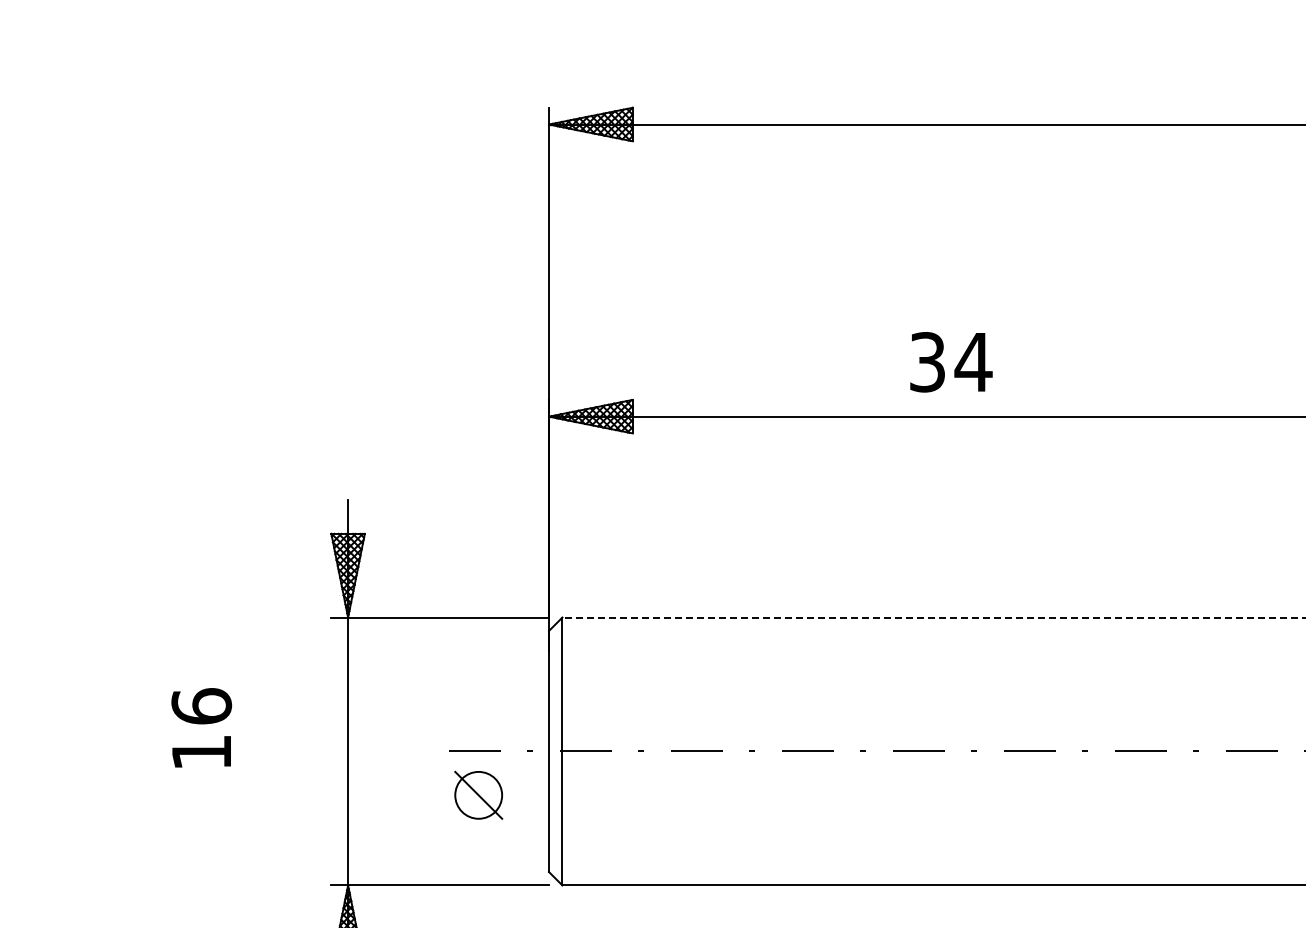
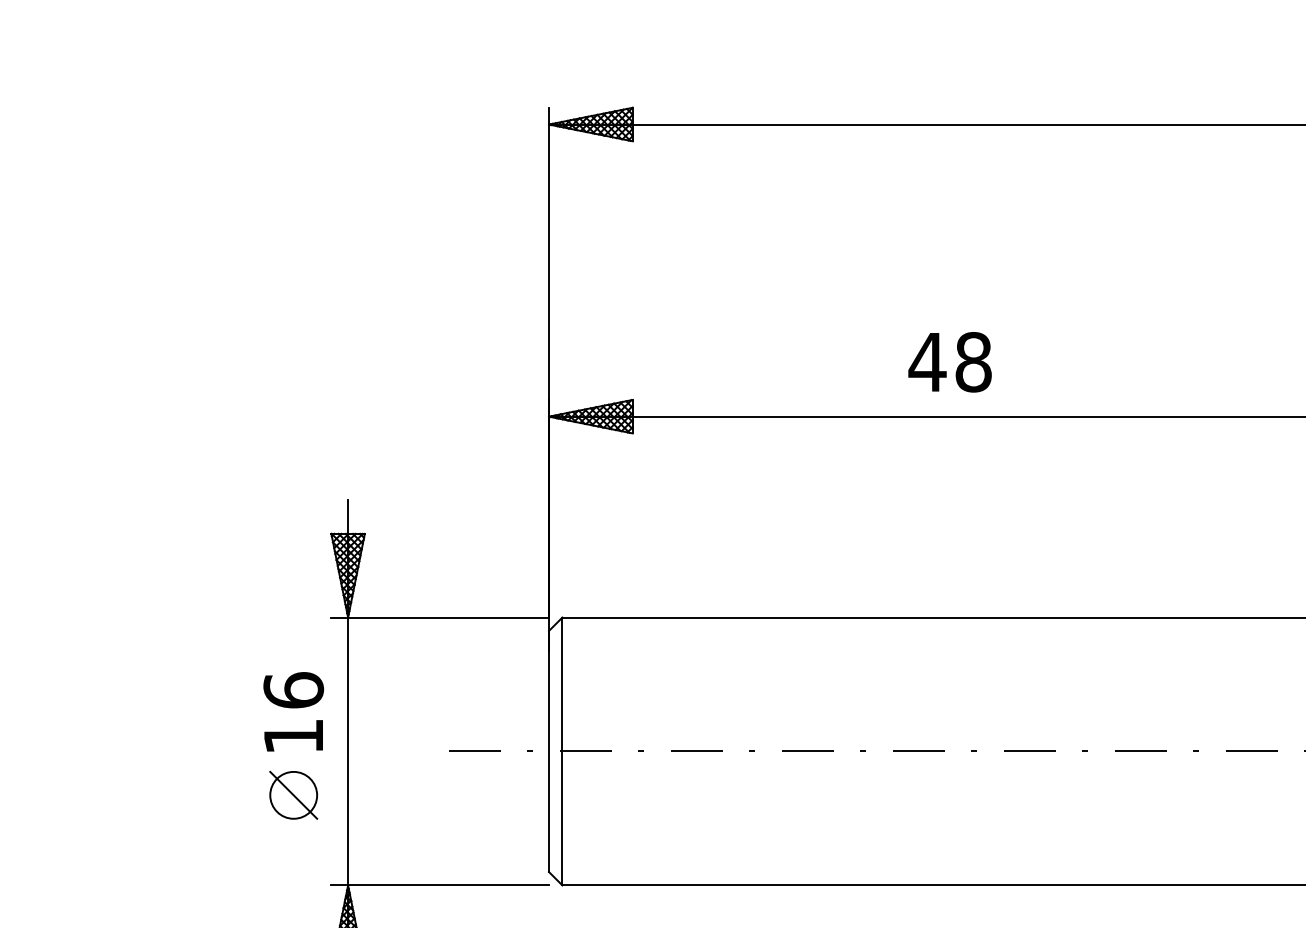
text at (950, 362): 34 -> 48
line at (934, 617): dashed -> solid
text at (201, 727) position: (201, 727) -> (293, 711)
part at (478, 794) position: (478, 794) -> (293, 794)
